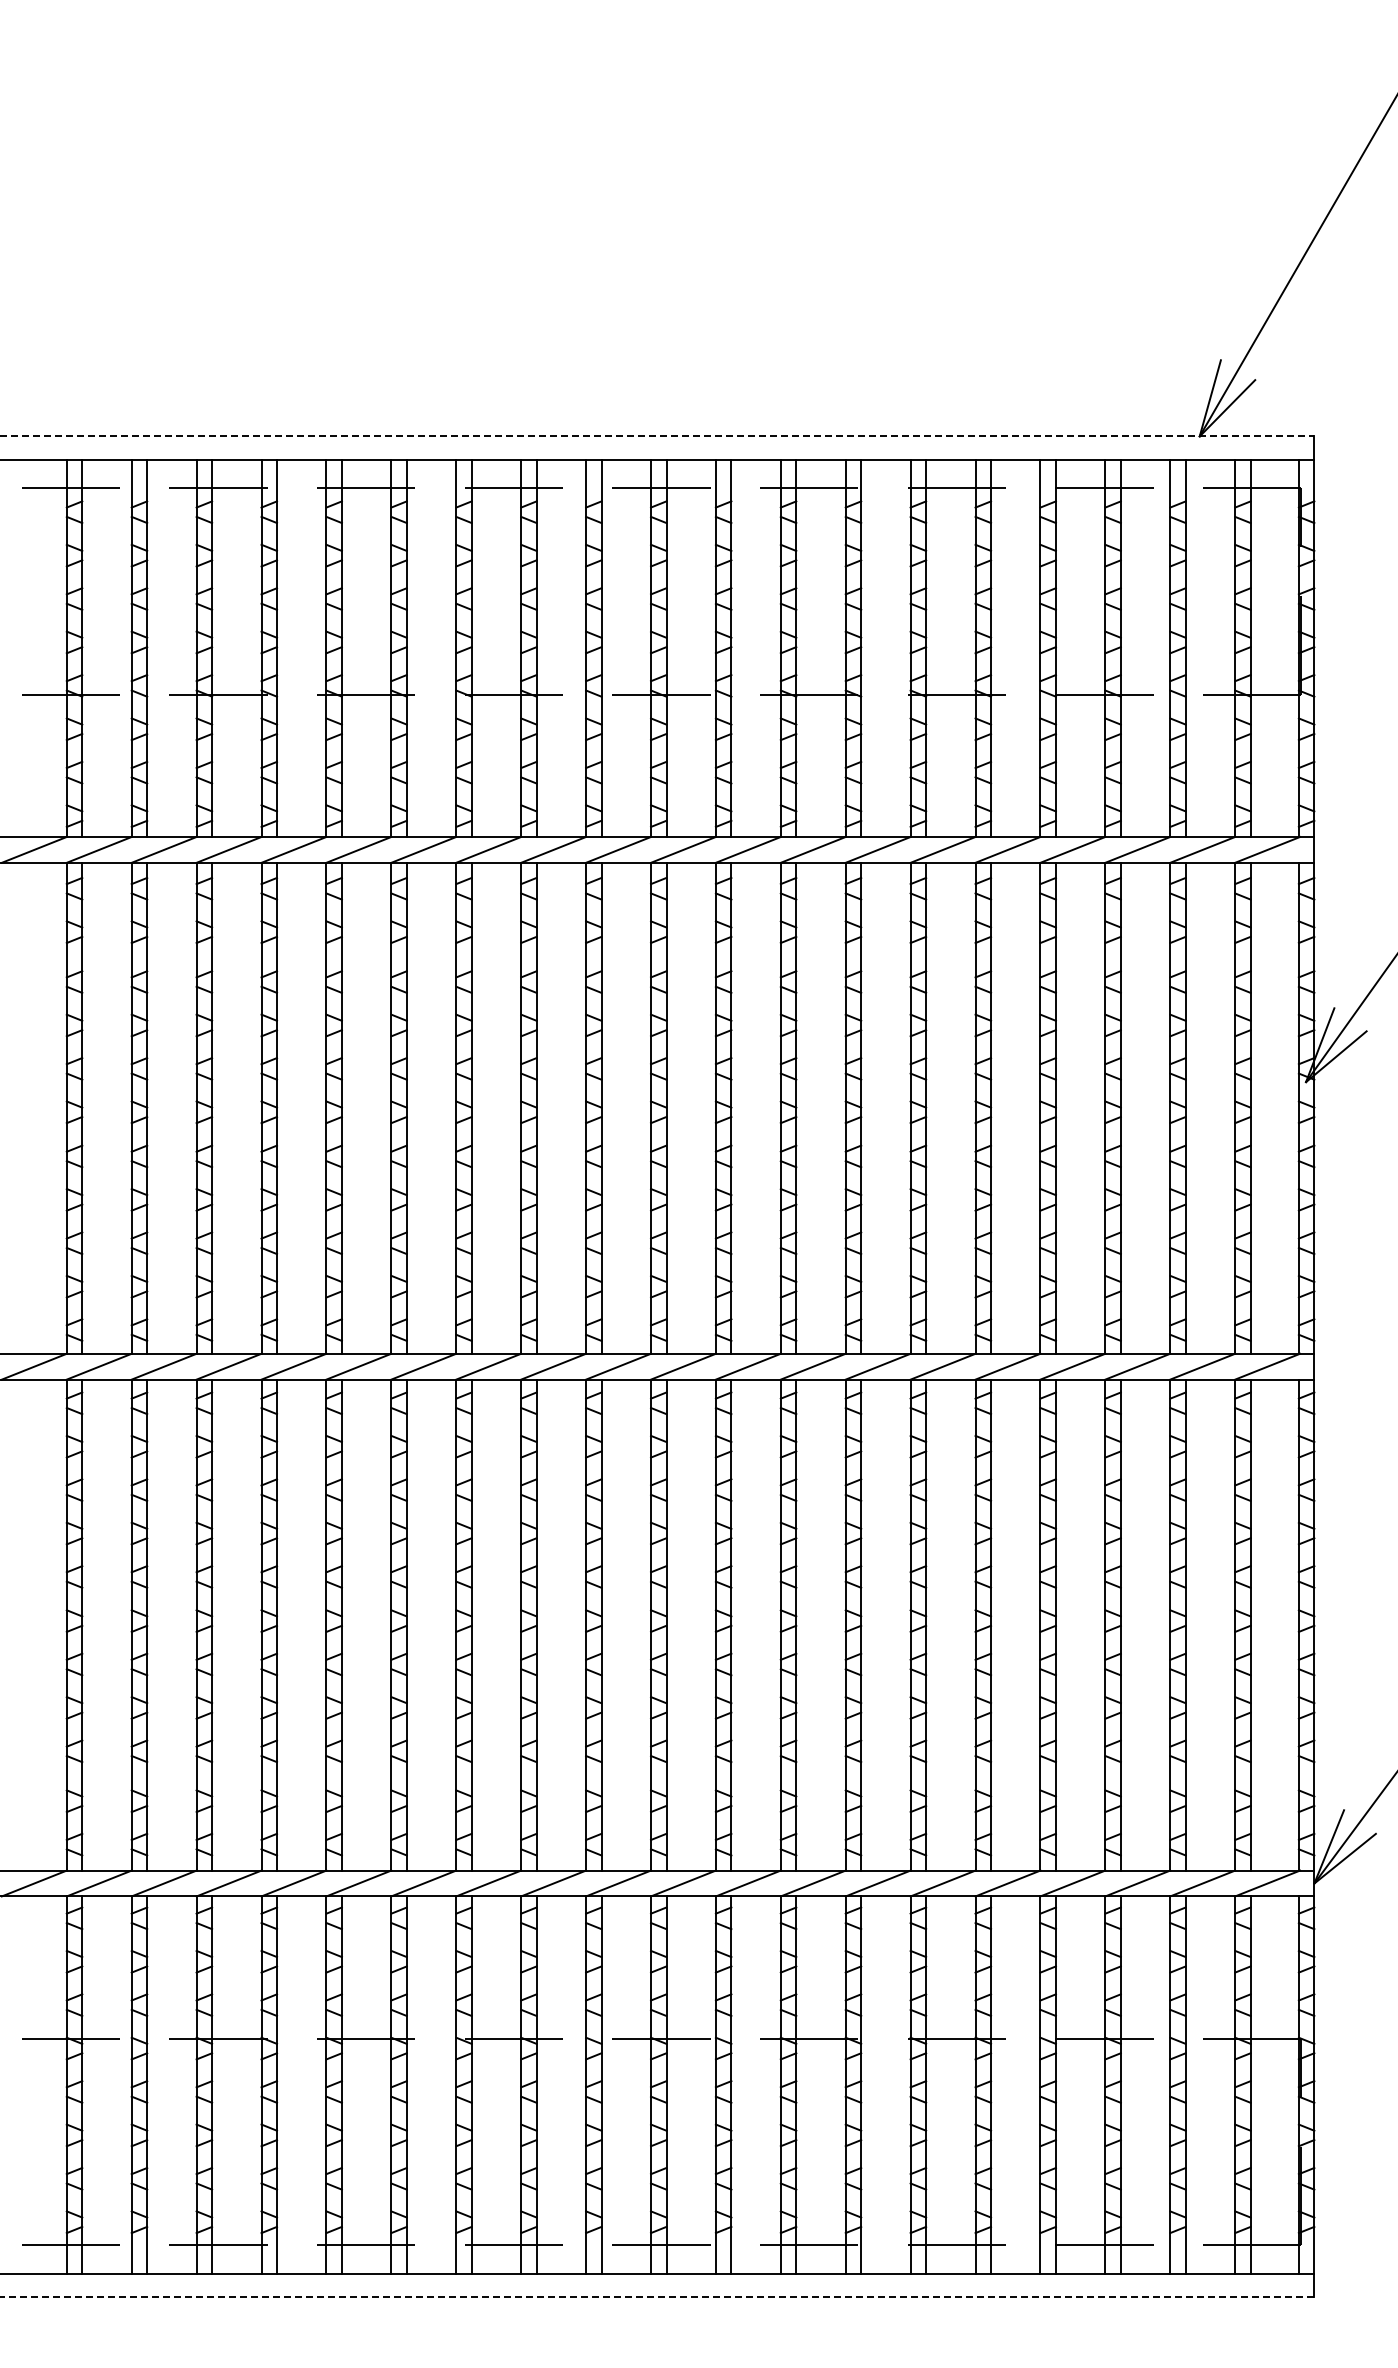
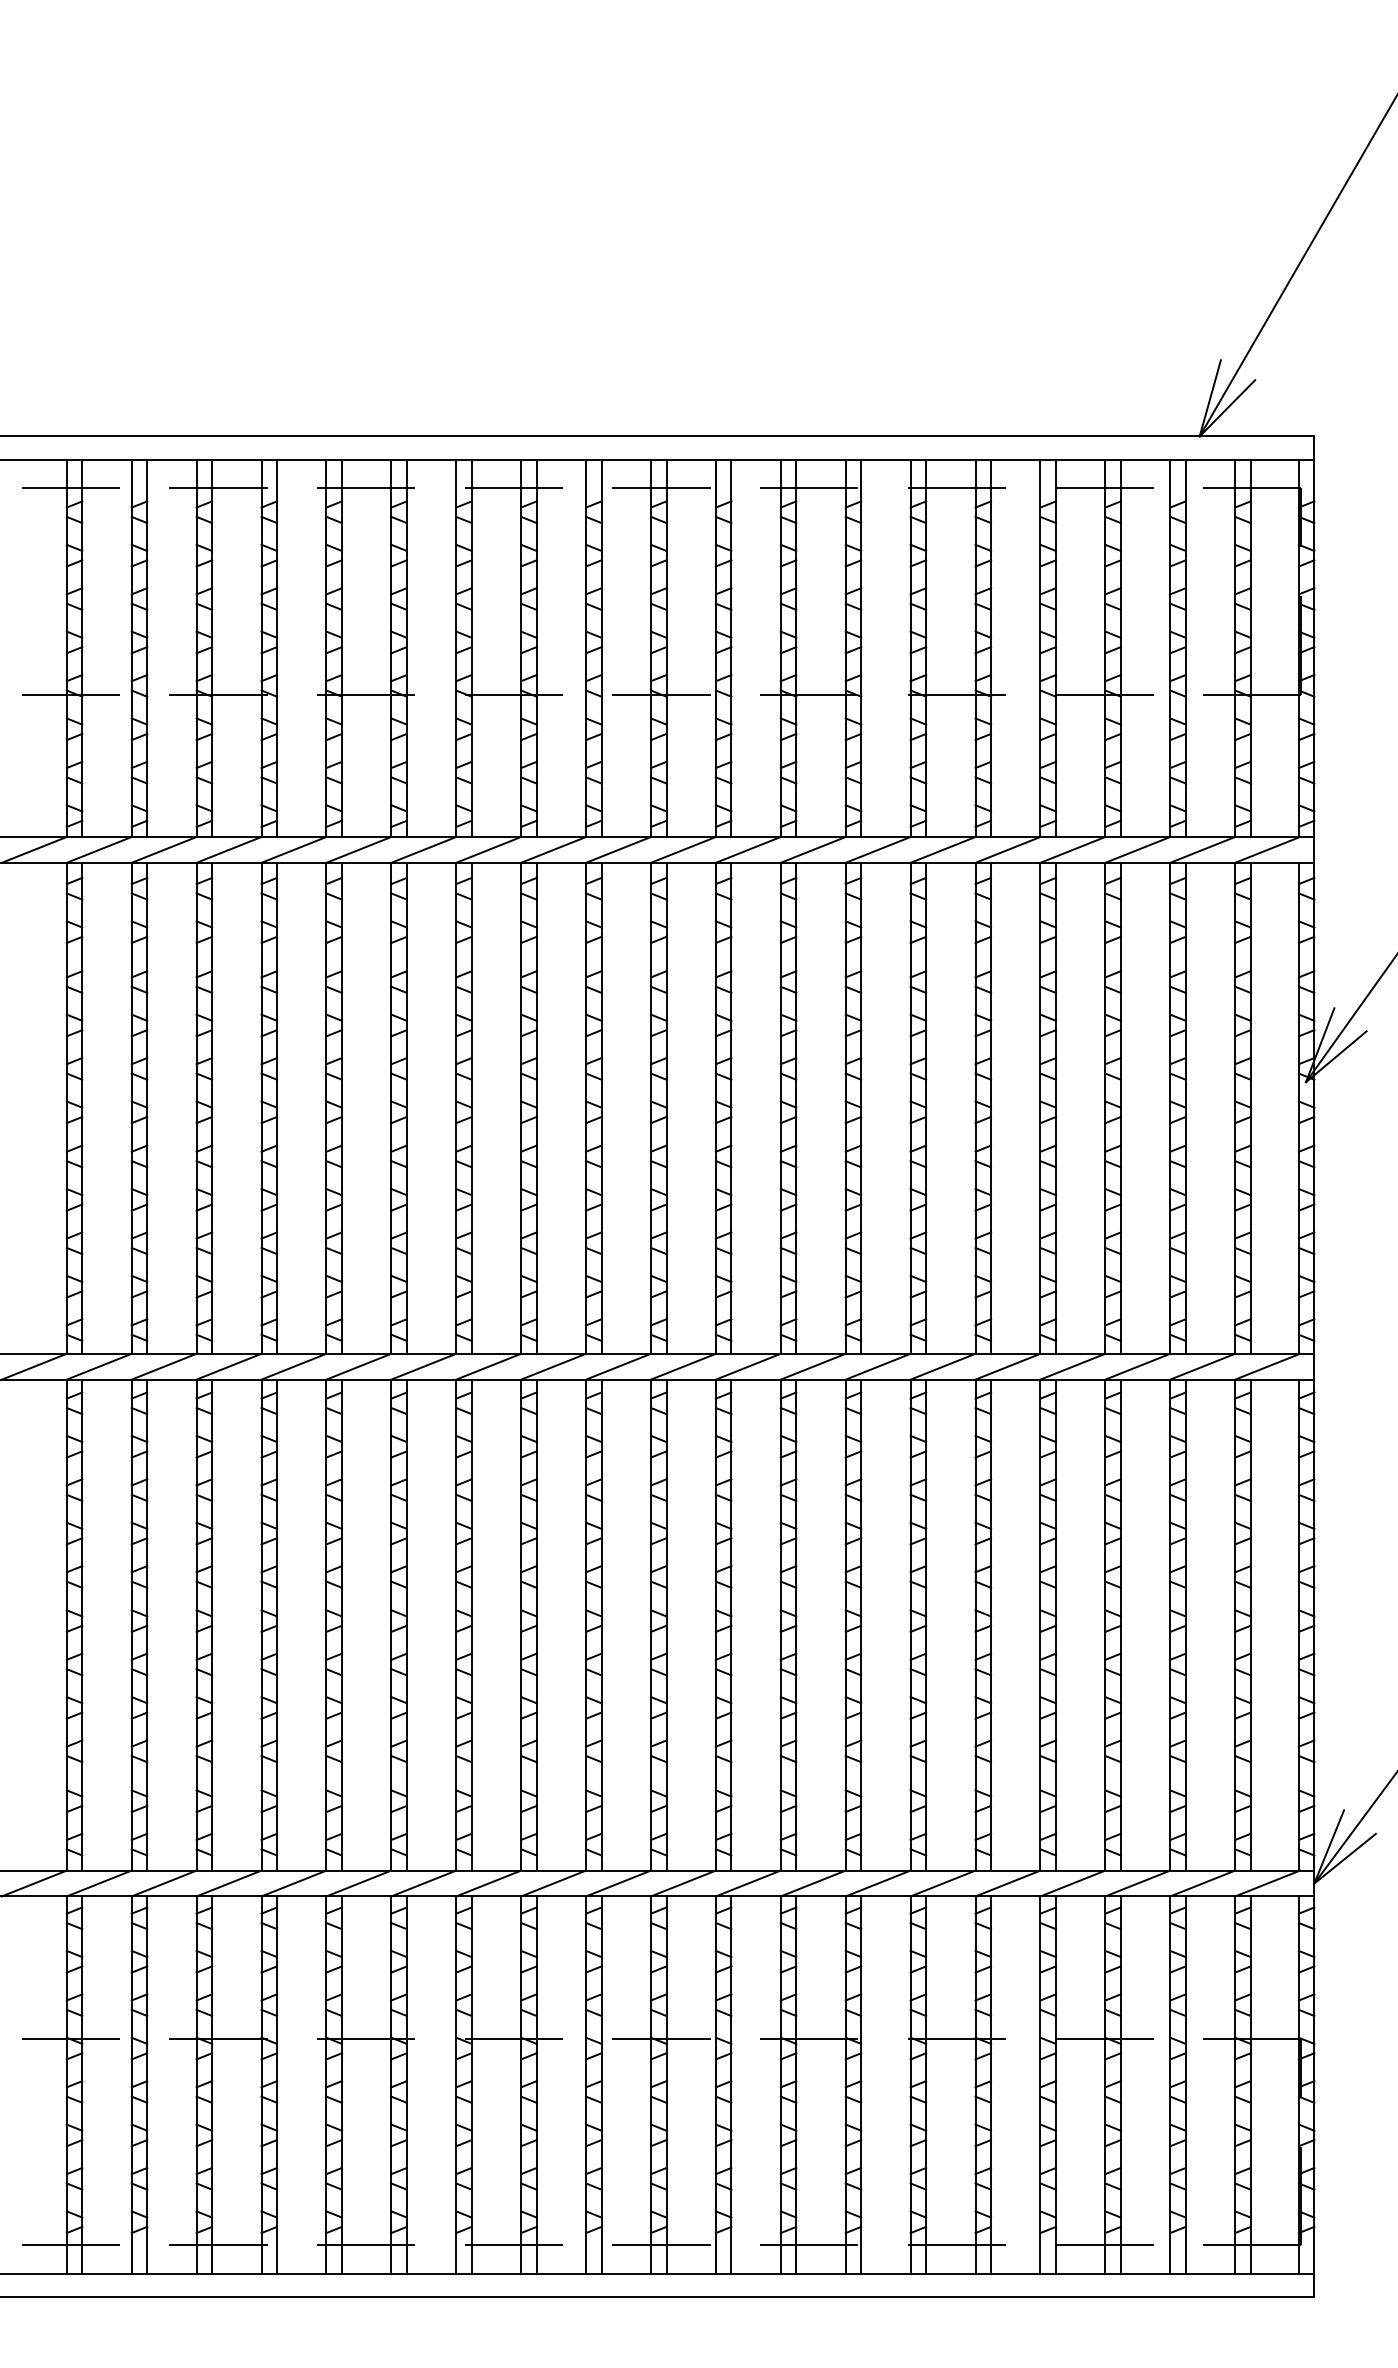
line at (657, 436): dashed -> solid
line at (657, 2296): dashed -> solid
